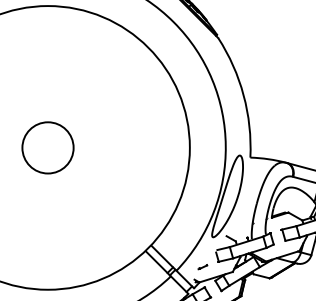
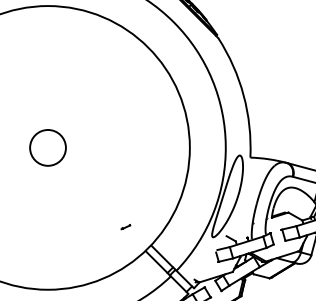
circle at (47, 147) diameter: 51 px -> 36 px
part at (202, 267) position: (202, 267) -> (125, 227)
